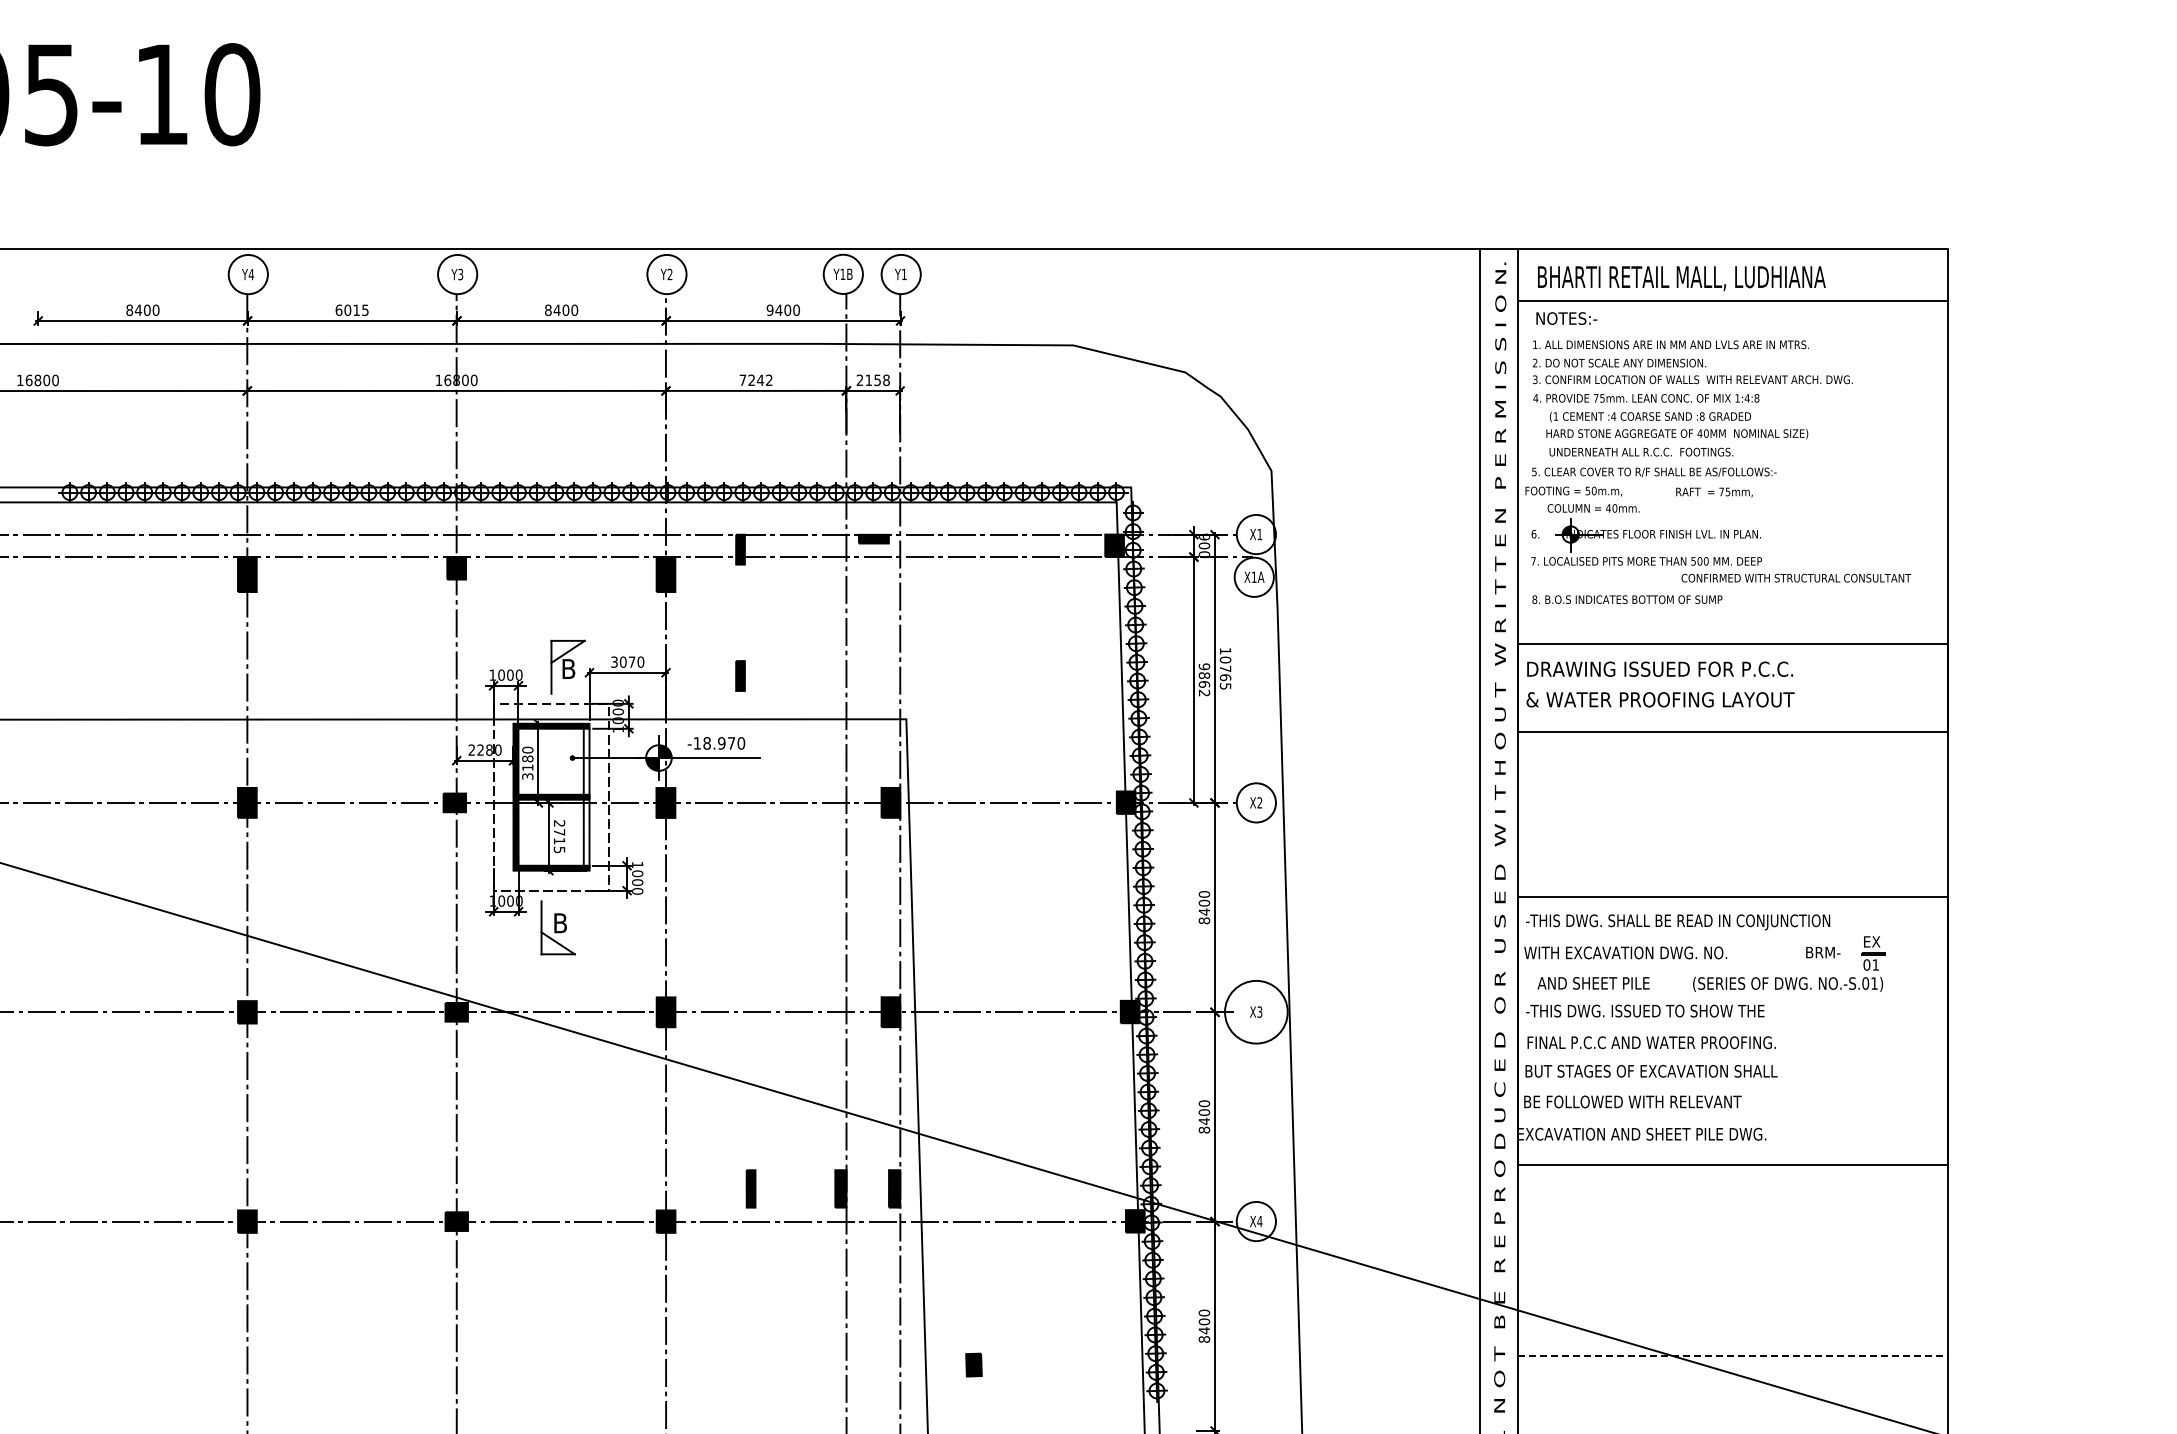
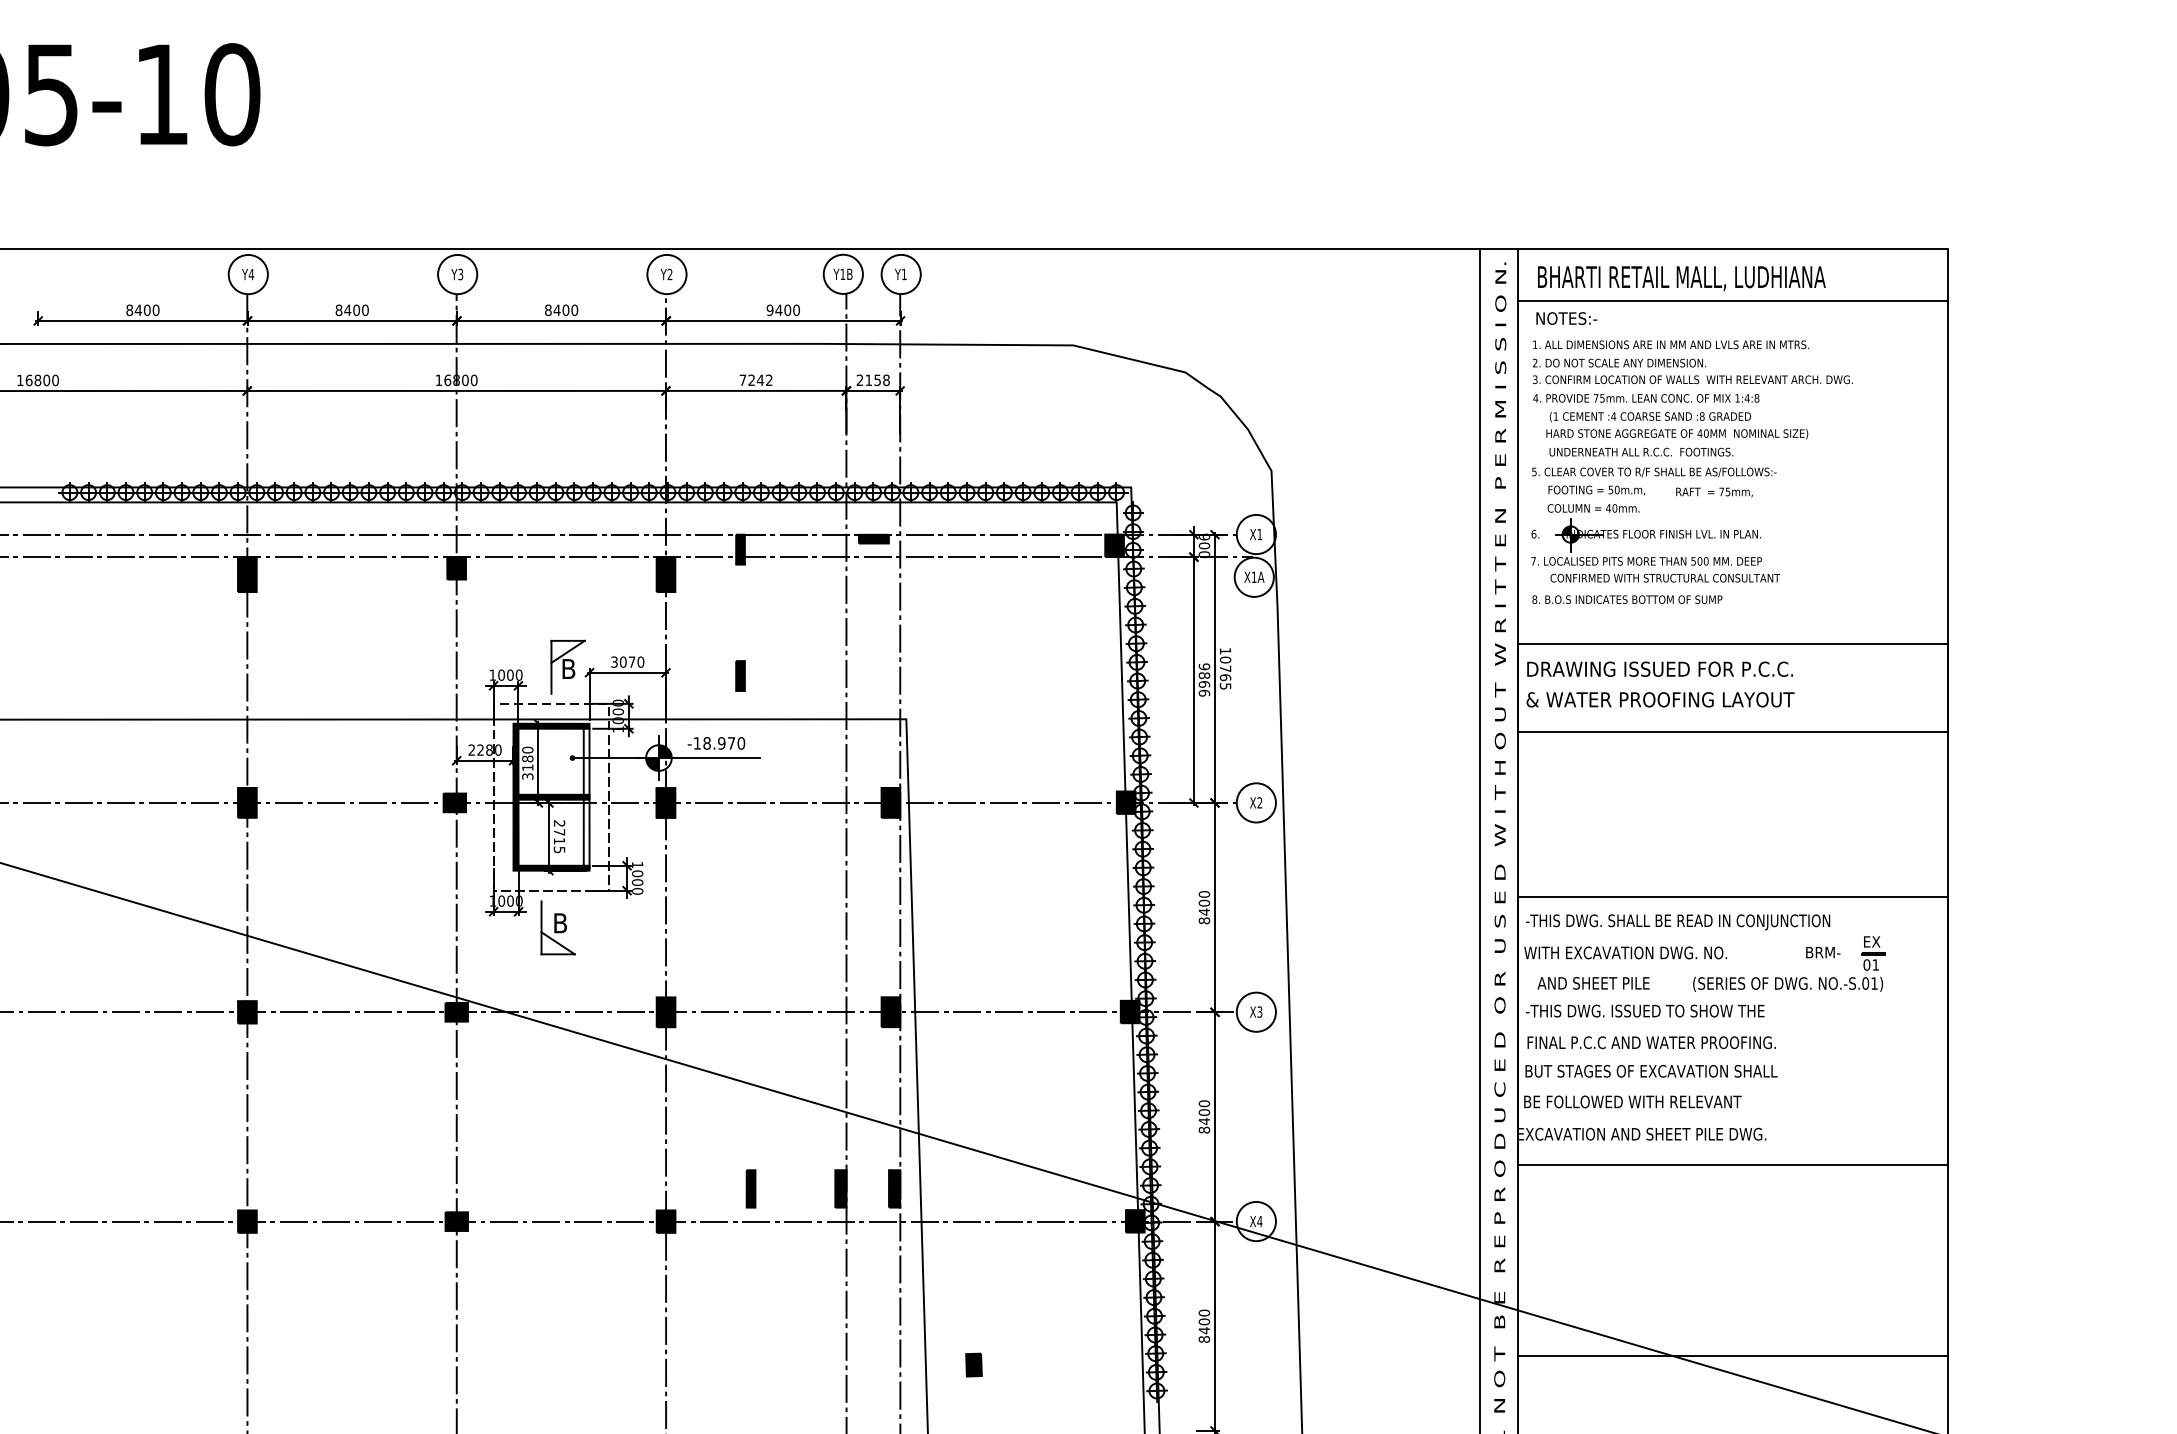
text at (351, 310): 6015 -> 8400
text at (1573, 491) position: (1573, 491) -> (1596, 490)
text at (1796, 577) position: (1796, 577) -> (1665, 577)
text at (1204, 692): 9862 -> 9866
circle at (1256, 1011) diameter: 63 px -> 39 px
line at (1732, 1356): dashed -> solid
